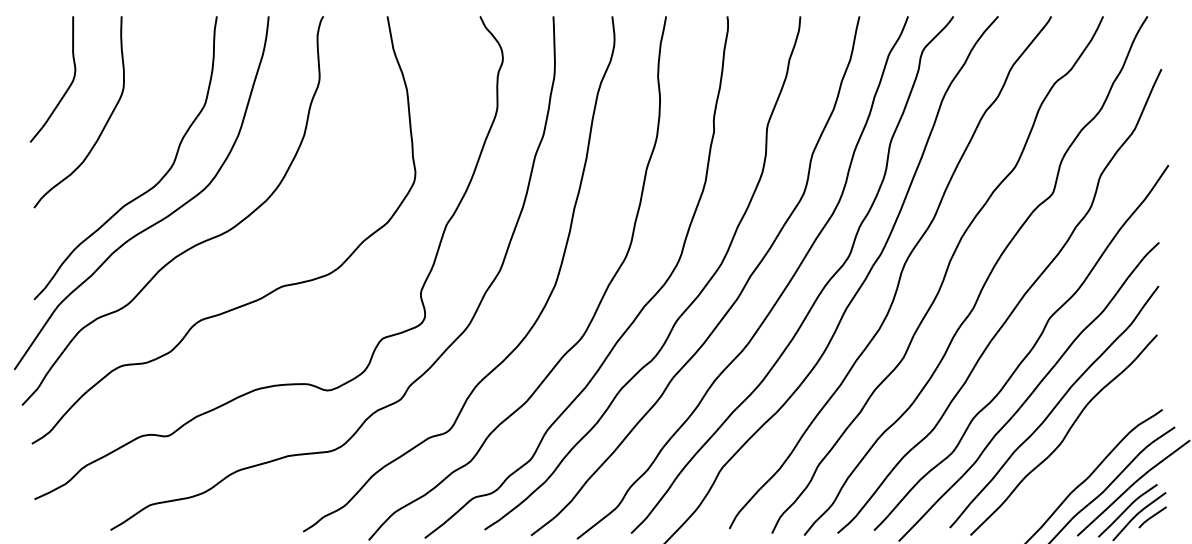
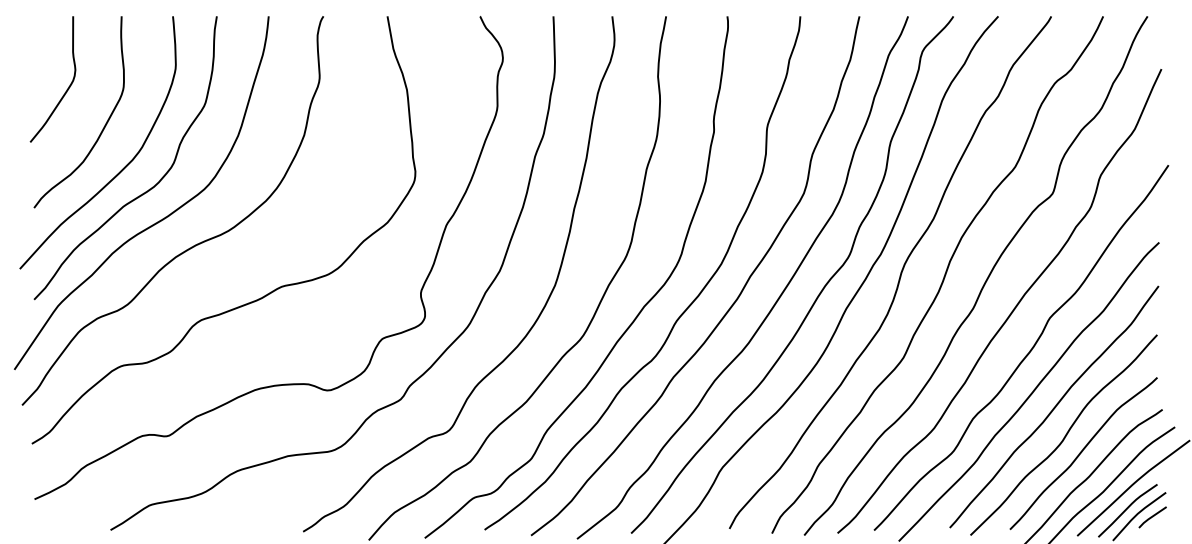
curve at (123, 167): none -> present
curve at (1082, 452): none -> present
